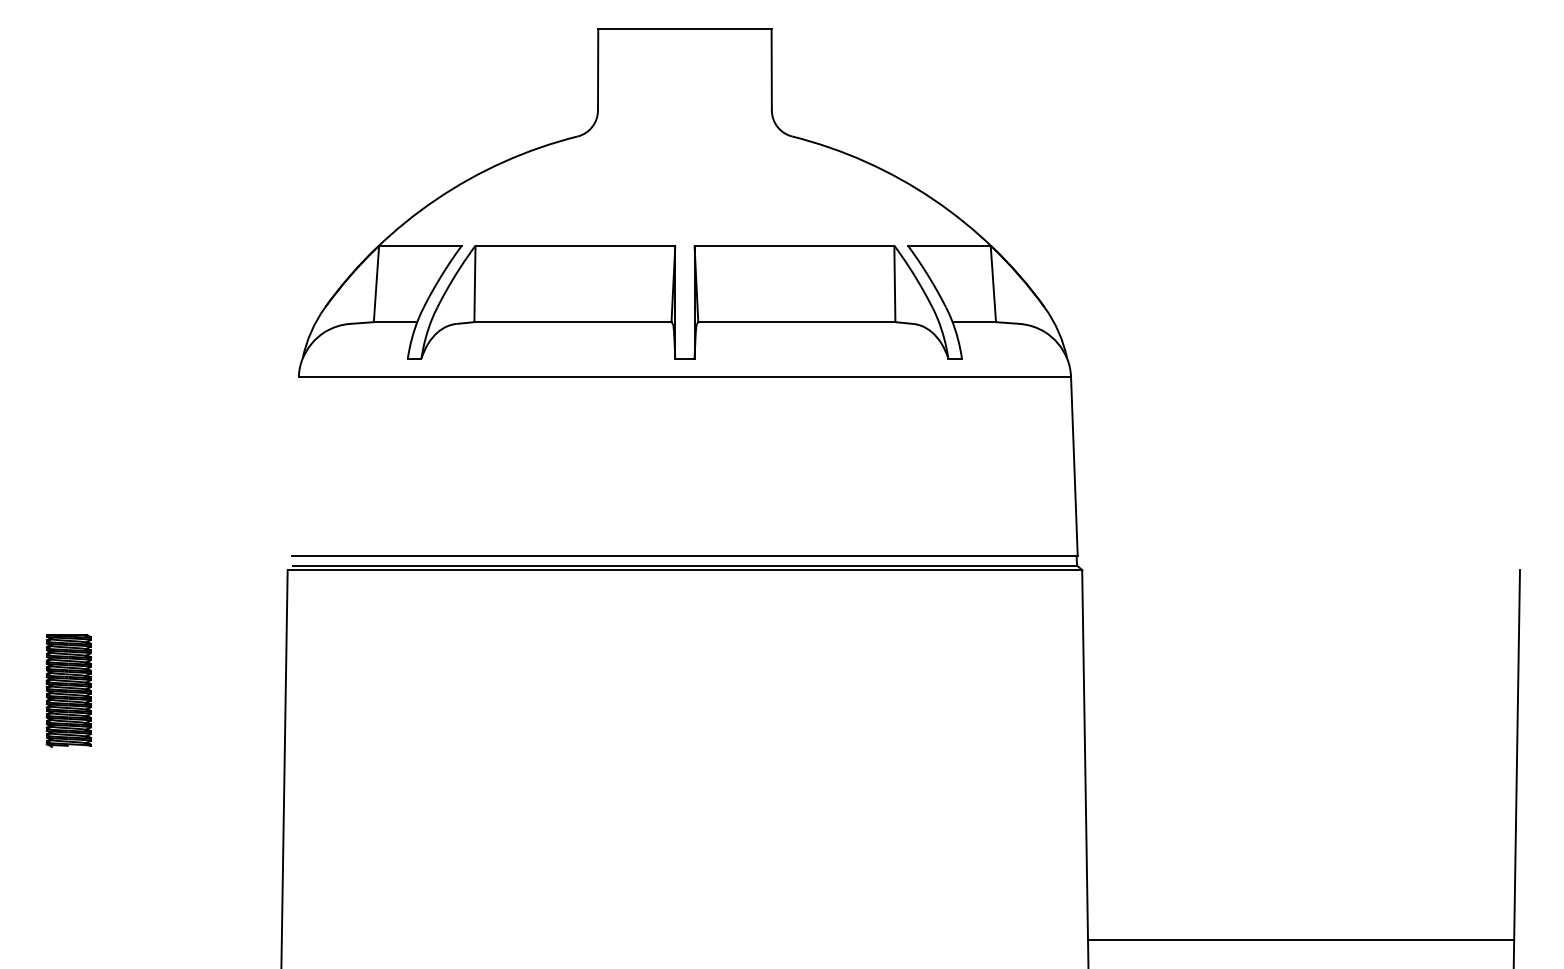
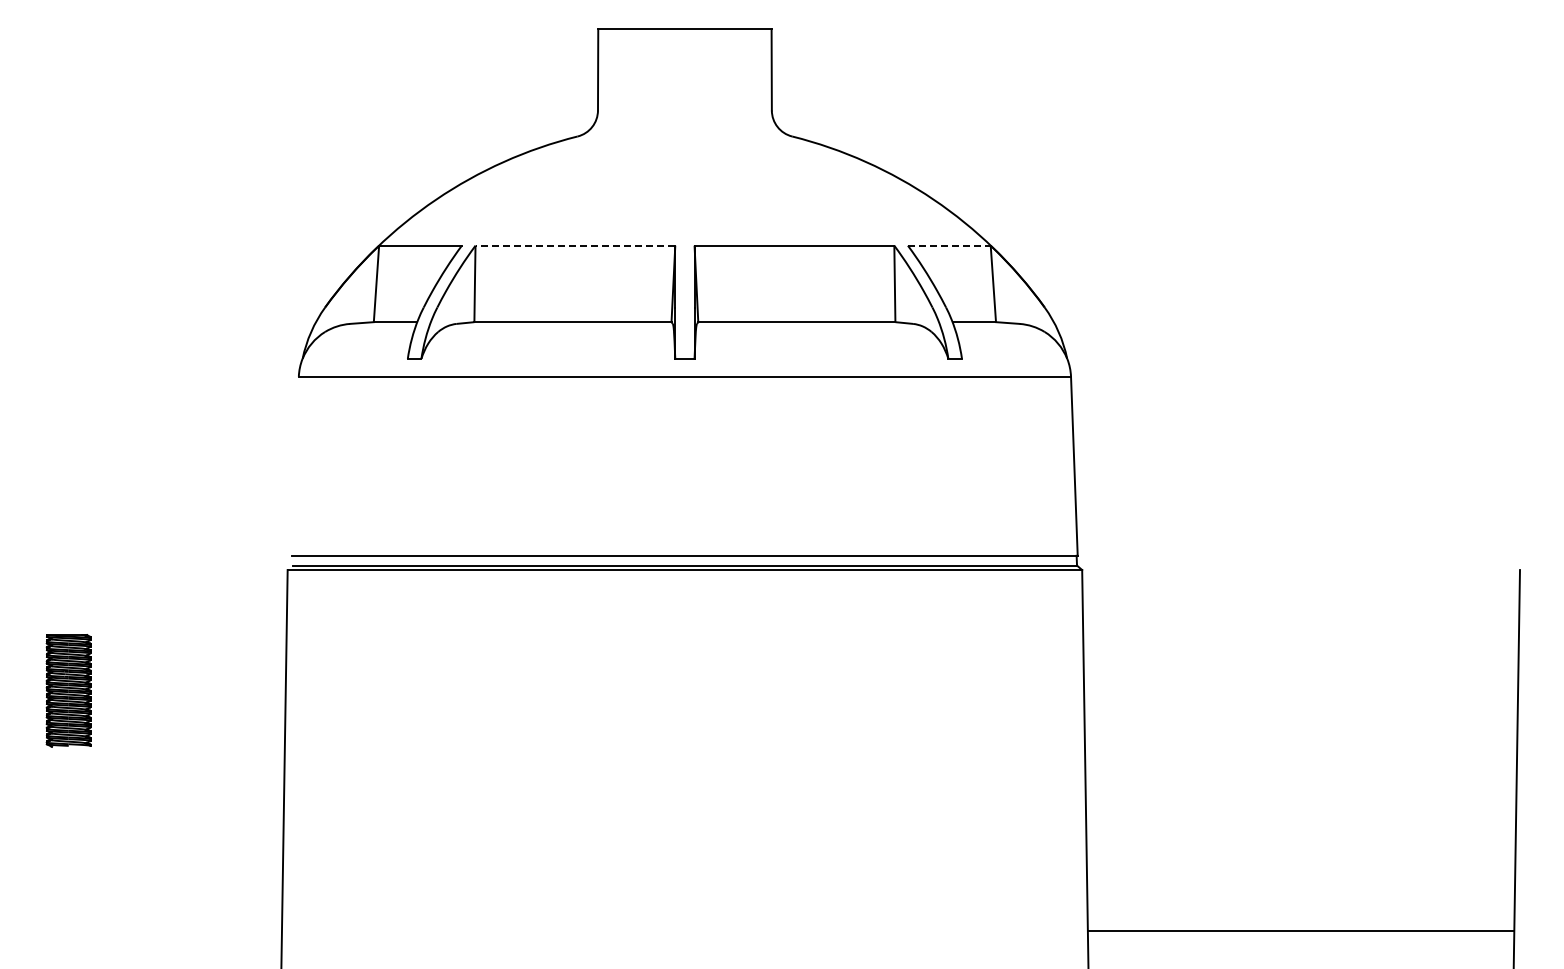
line at (575, 245): solid -> dashed
line at (949, 245): solid -> dashed
line at (1301, 939) position: (1301, 939) -> (1301, 930)
